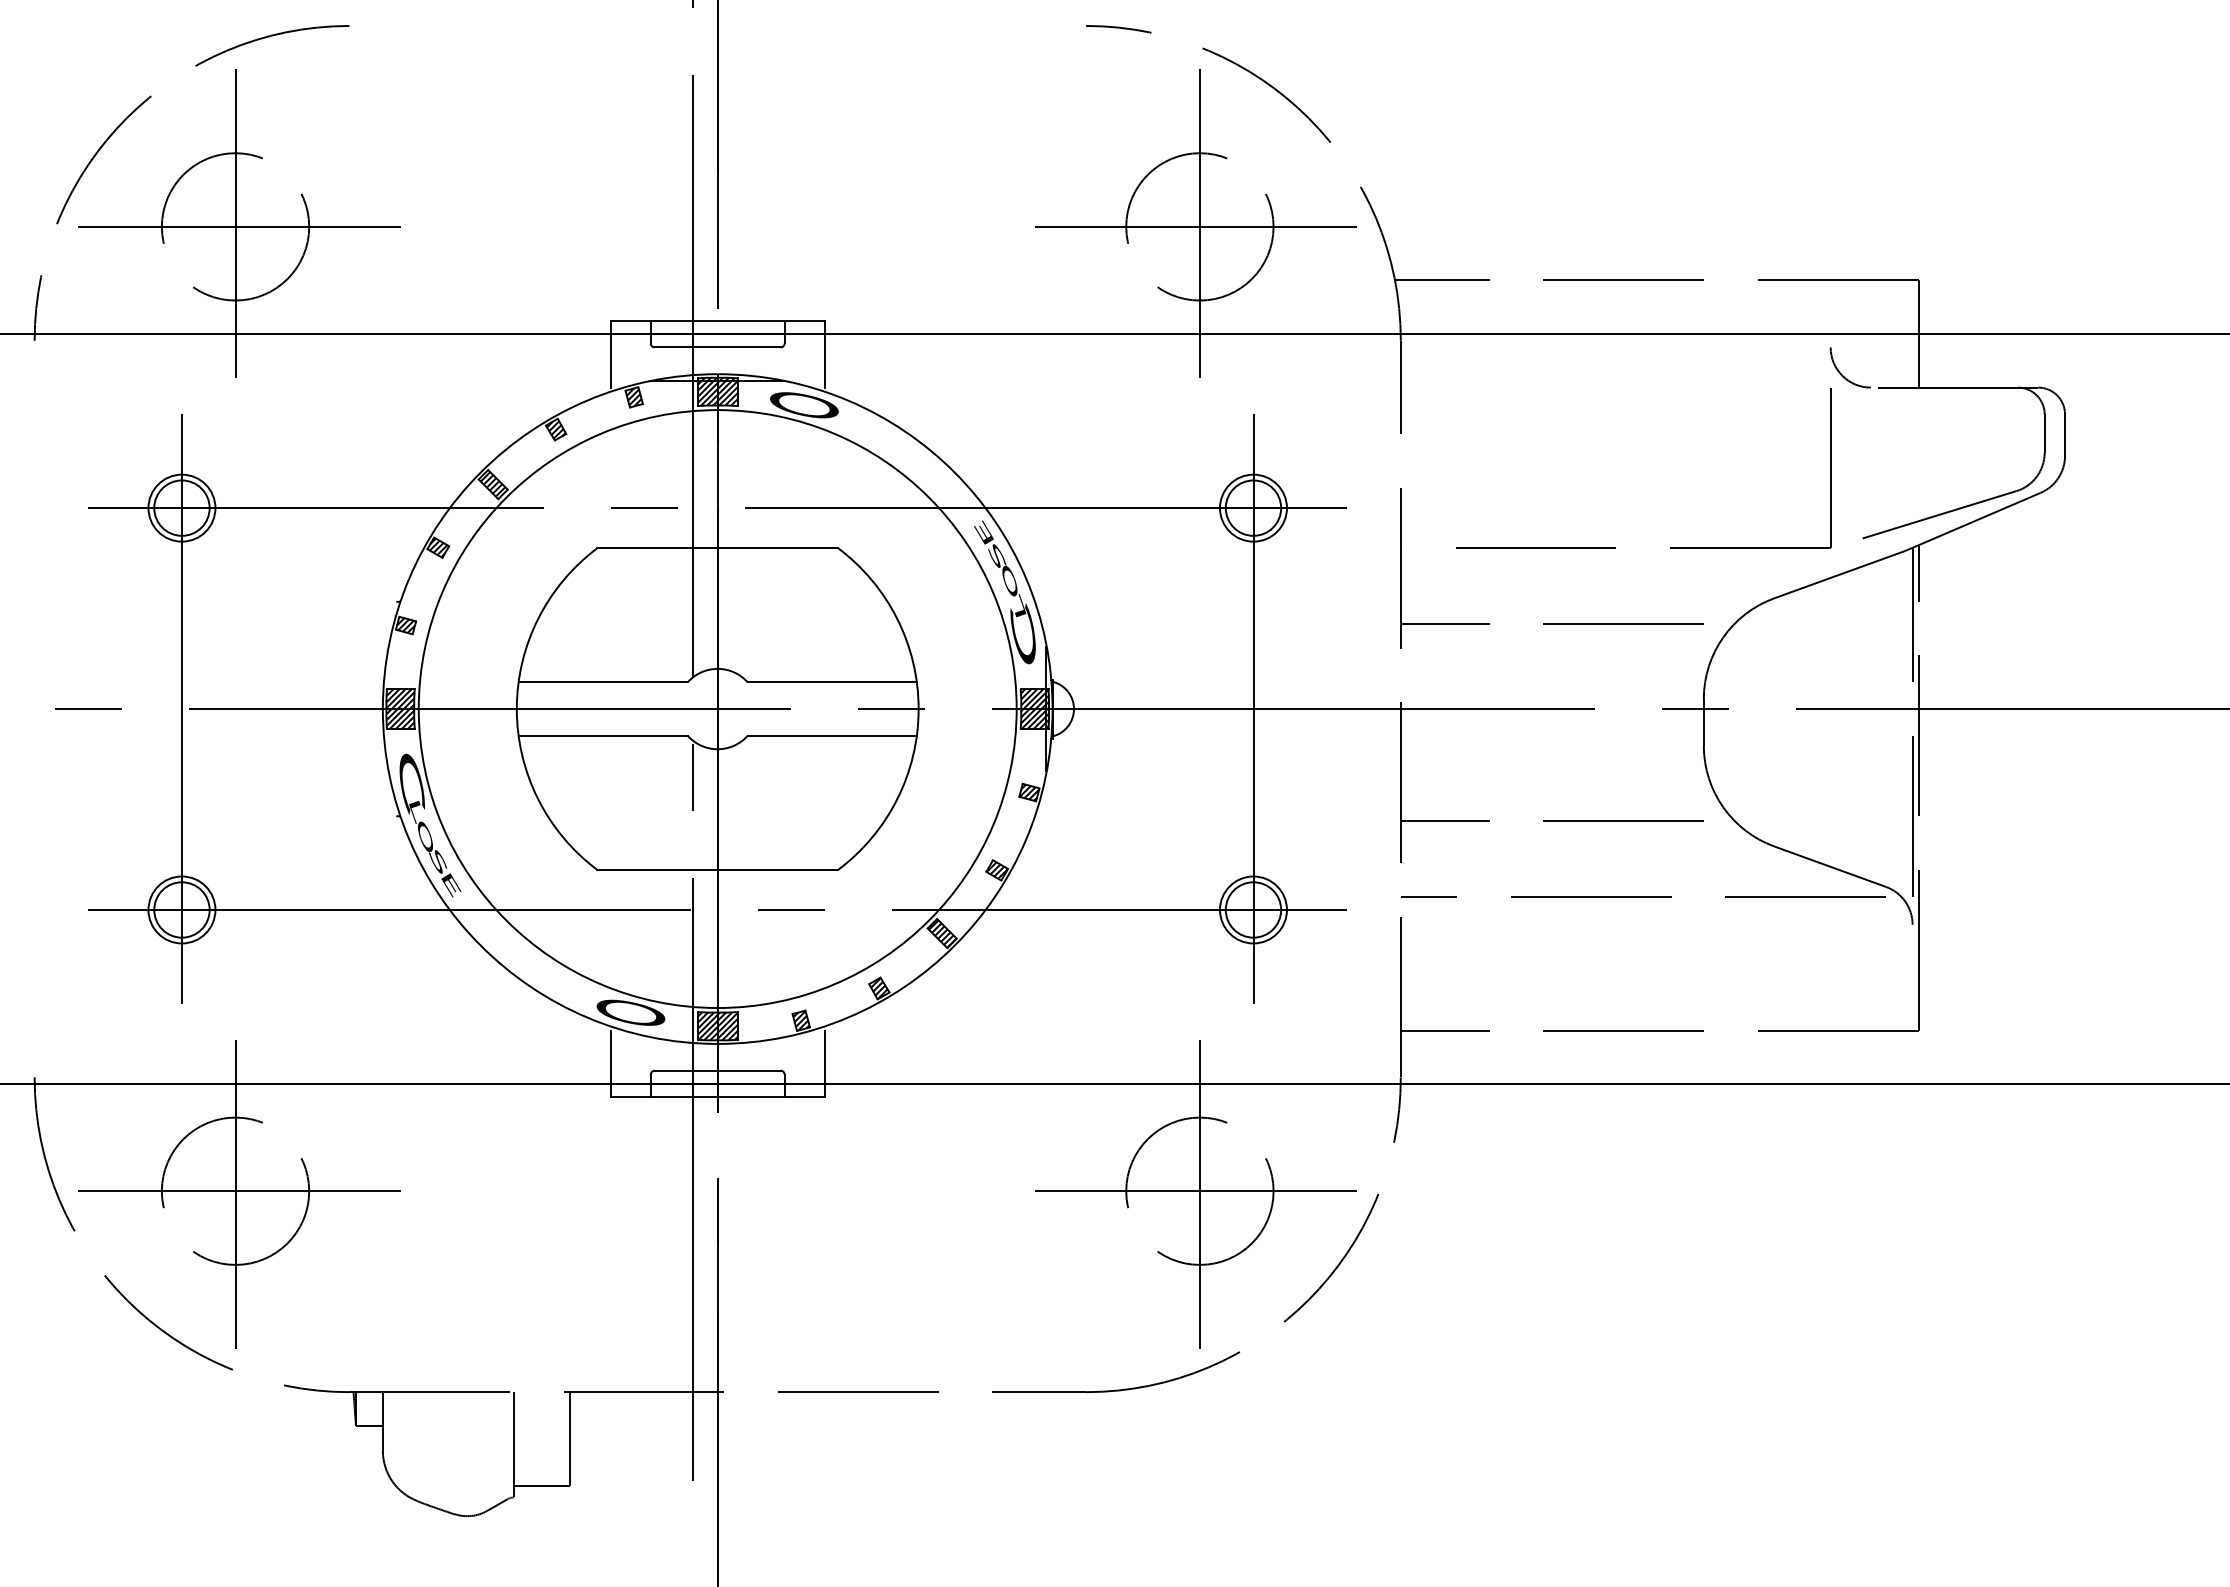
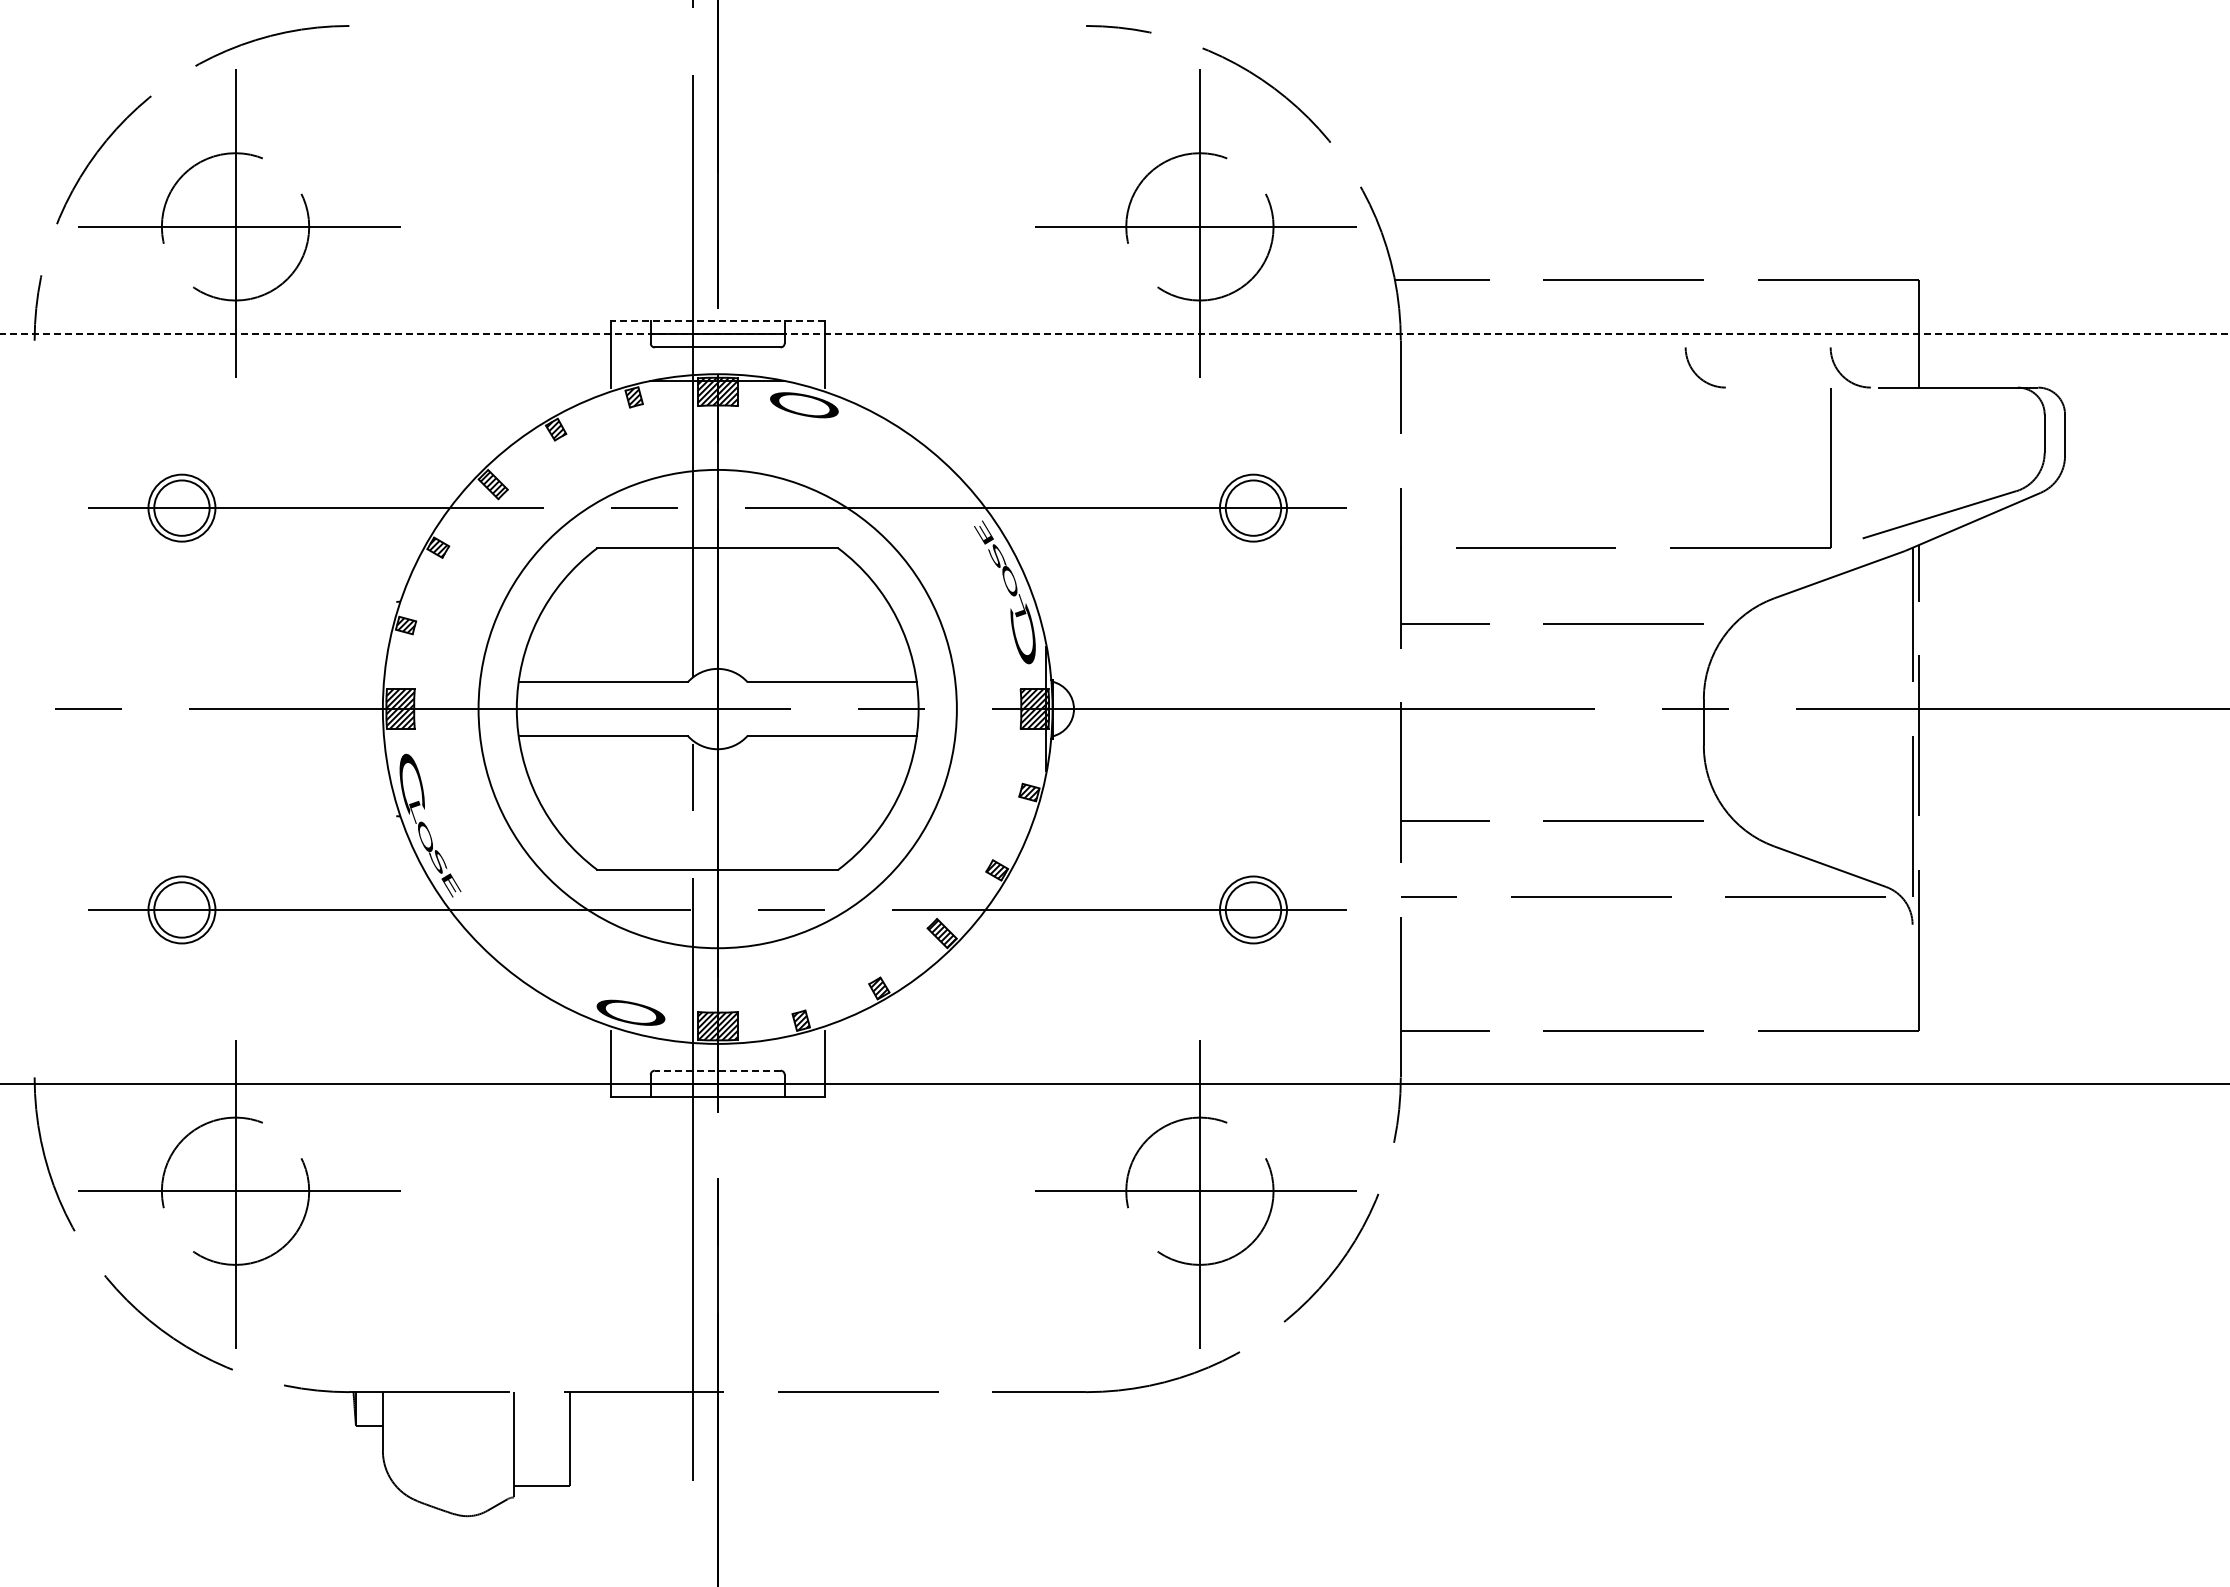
line at (717, 320): solid -> dashed
line at (1114, 334): solid -> dashed
arc at (1697, 374): none -> present
line at (181, 708): present -> none
line at (1253, 708): present -> none
circle at (717, 709) diameter: 598 px -> 478 px
line at (717, 1070): solid -> dashed
